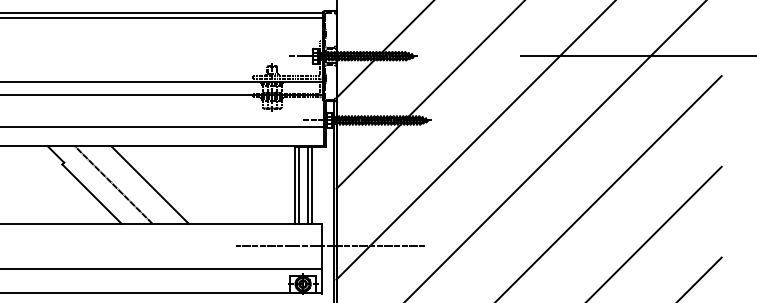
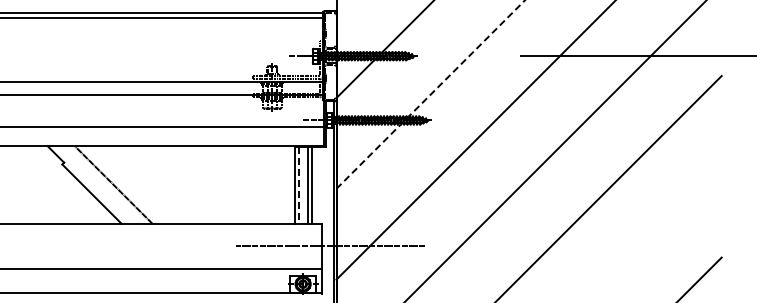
line at (431, 94): solid -> dashed
line at (149, 184): present -> none
line at (299, 186): solid -> dashed
line at (654, 232): present -> none
